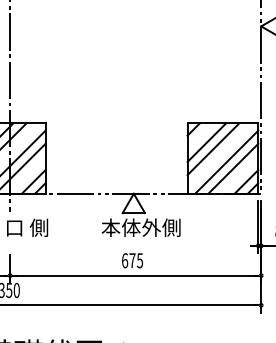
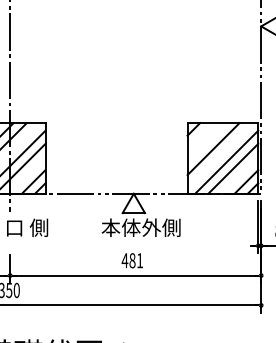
line at (206, 142): present -> none
text at (132, 260): 675 -> 481
